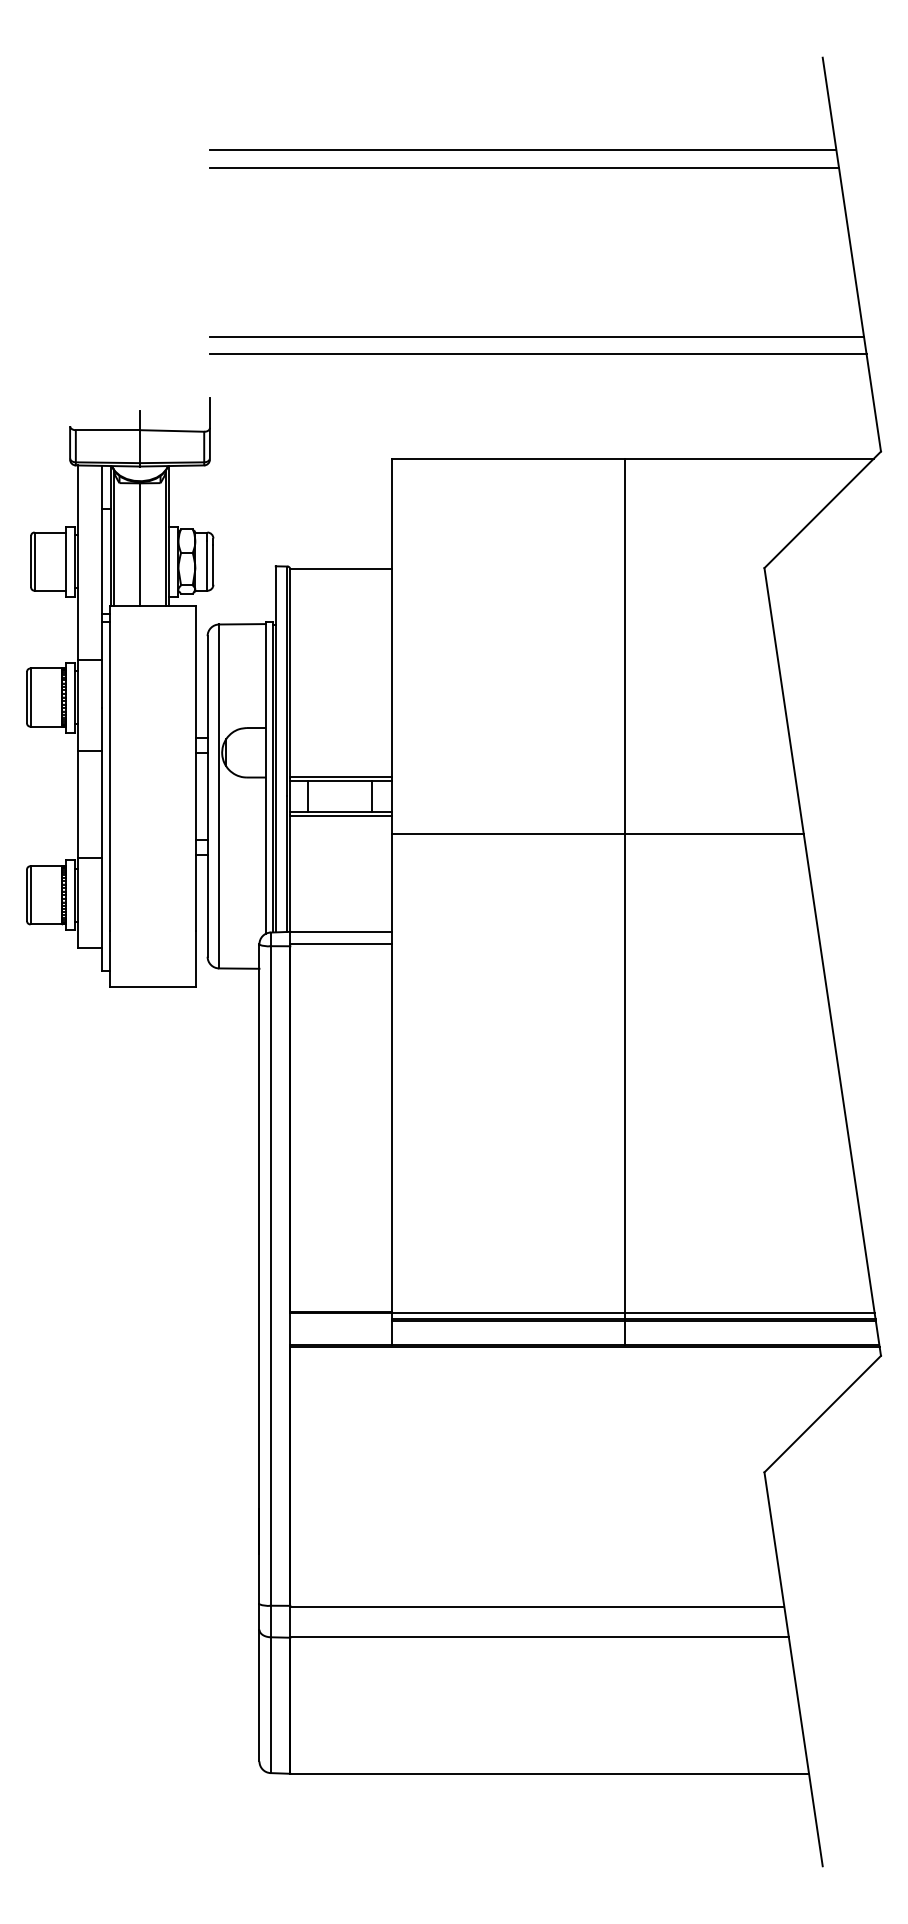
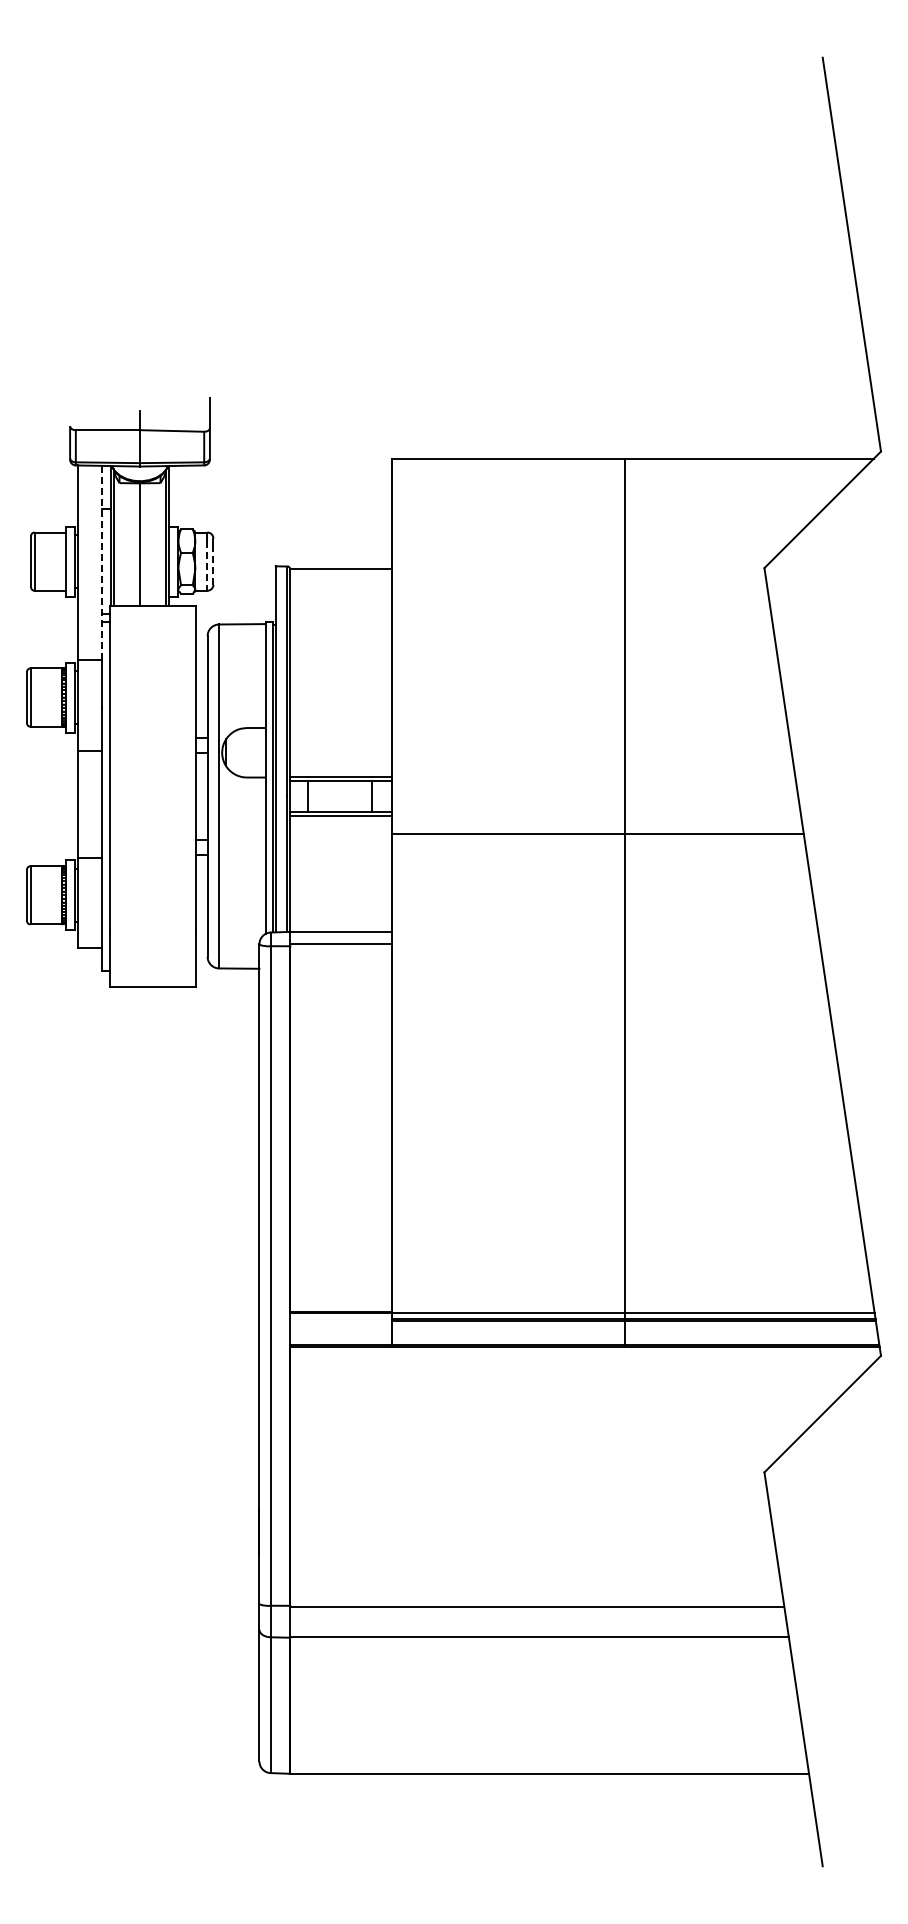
line at (522, 150): present -> none
line at (523, 167): present -> none
line at (536, 336): present -> none
line at (537, 354): present -> none
line at (101, 563): solid -> dashed
line at (207, 565): solid -> dashed
line at (213, 565): solid -> dashed
